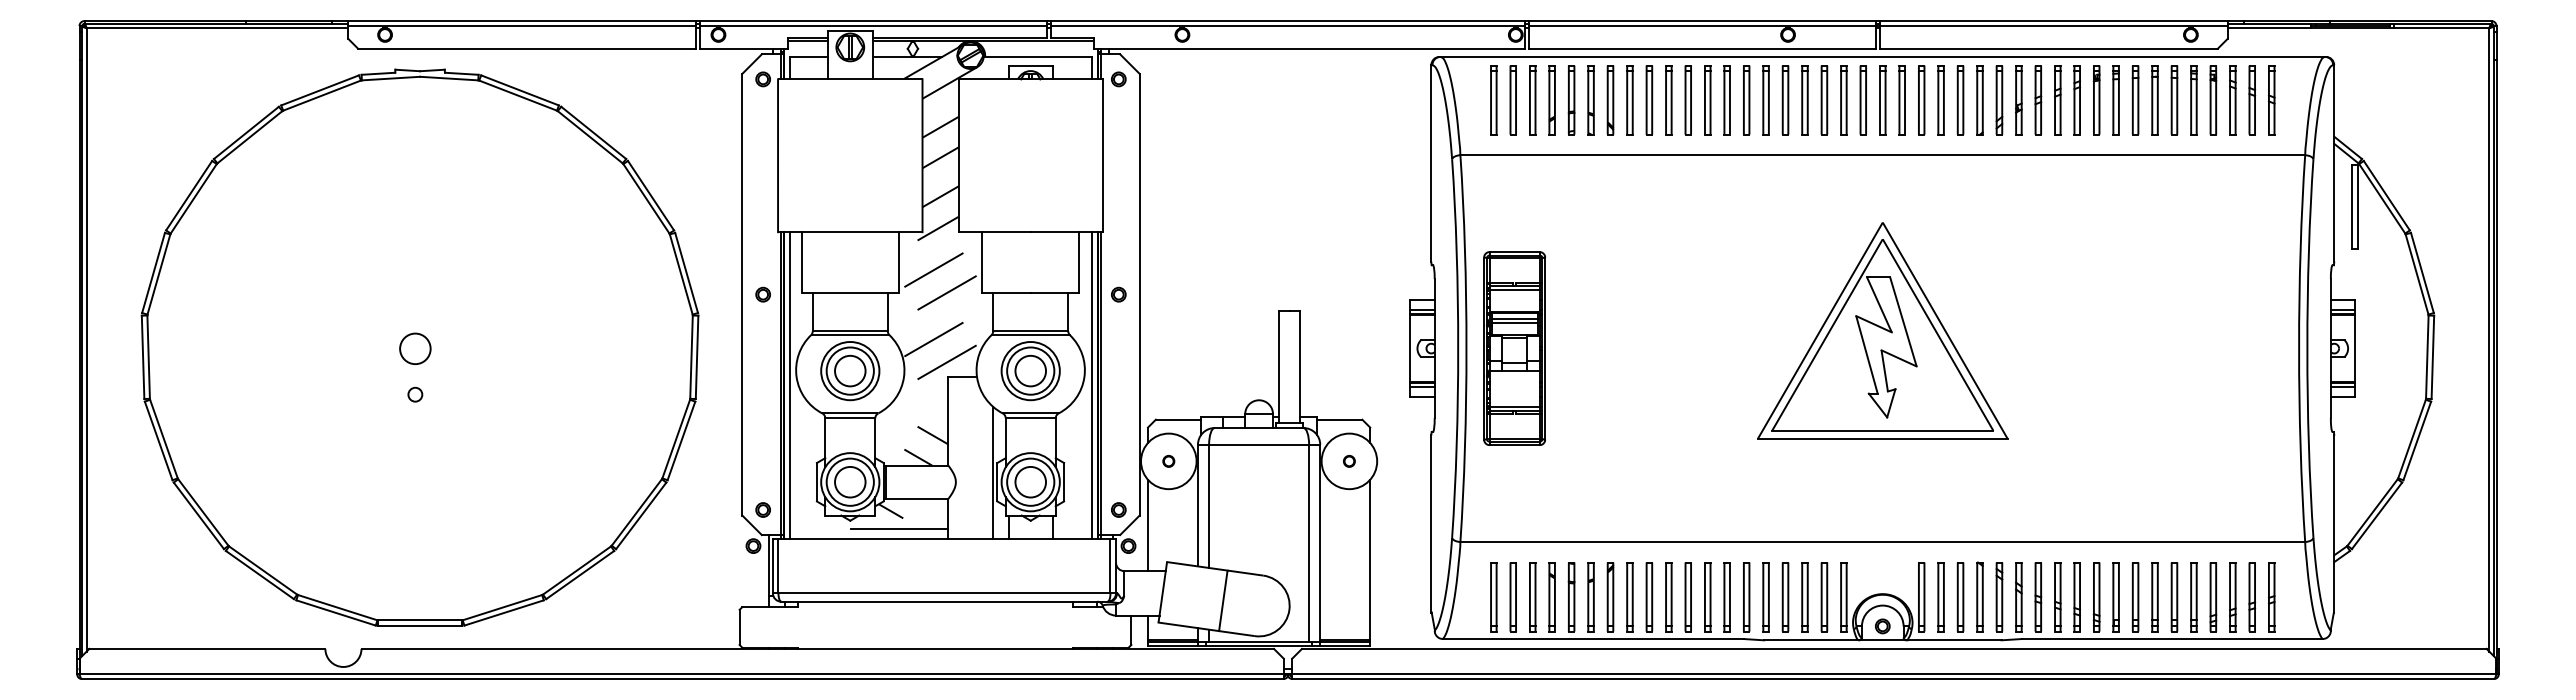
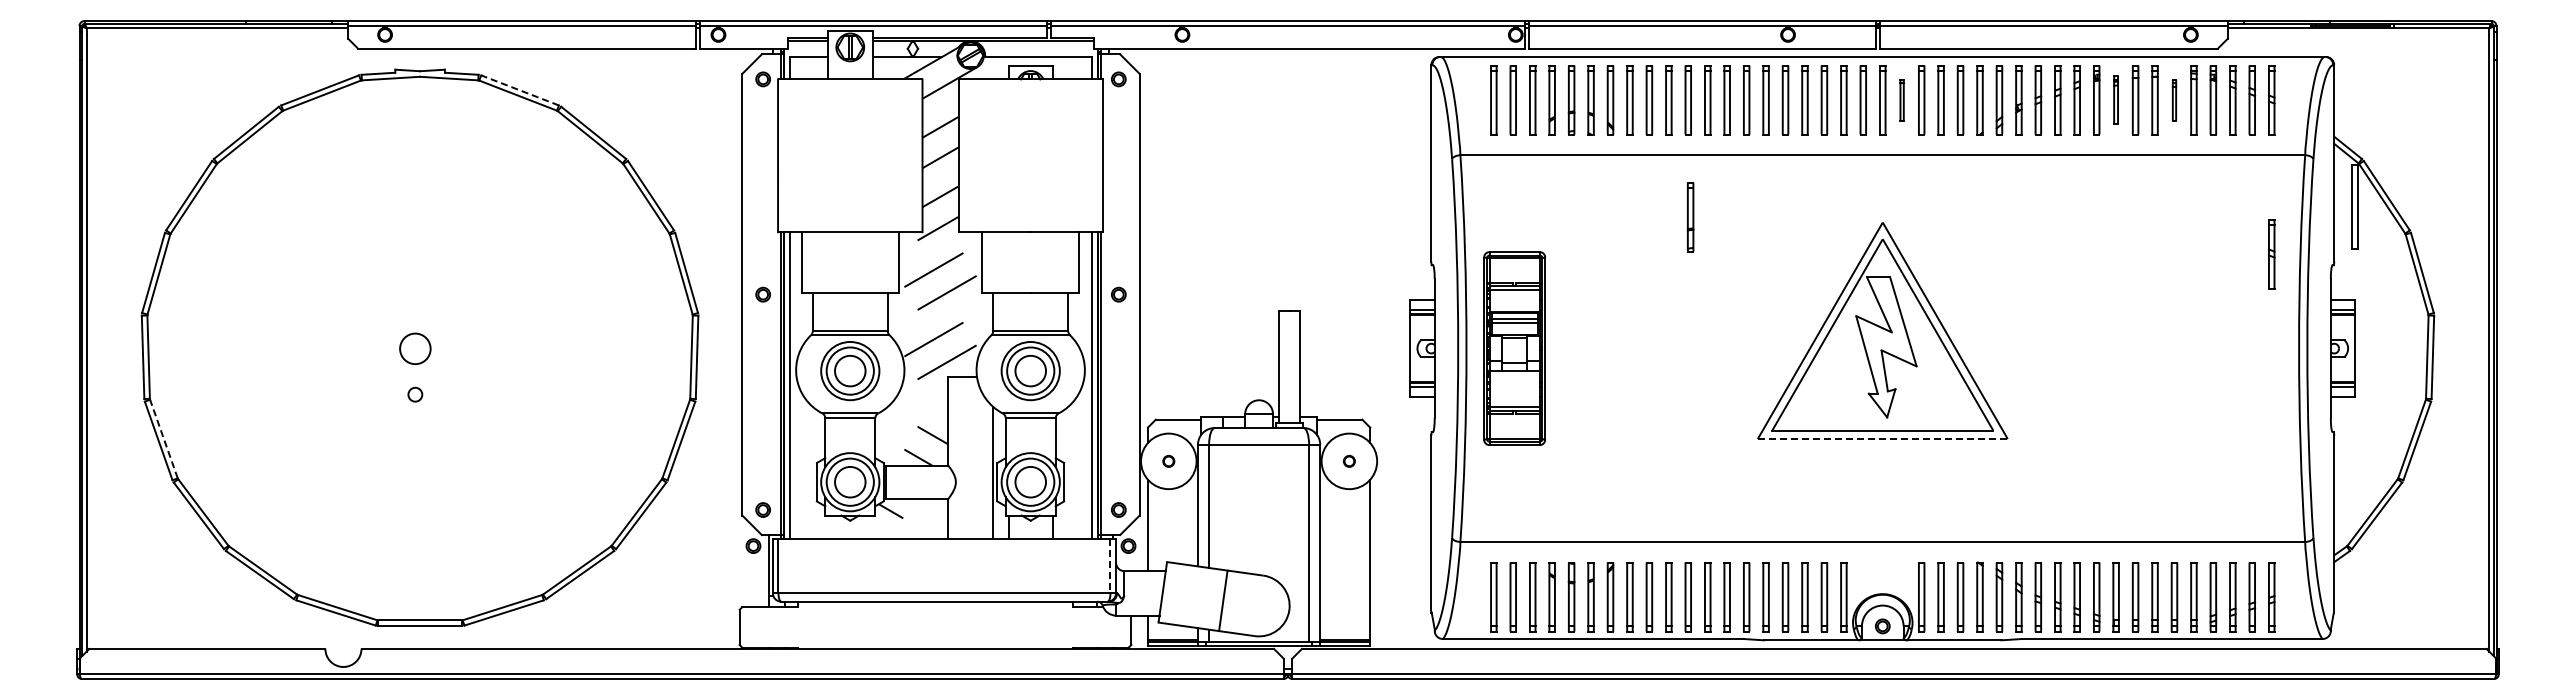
line at (520, 90): solid -> dashed
part at (1901, 100) size: 8x71 px -> 6x43 px
part at (2115, 100) size: 8x71 px -> 6x50 px
part at (2174, 100) size: 9x71 px -> 7x43 px
part at (1690, 217): none -> present
part at (2271, 254): none -> present
line at (163, 439): solid -> dashed
line at (1883, 439): solid -> dashed
line at (899, 528): present -> none
line at (1110, 566): solid -> dashed
